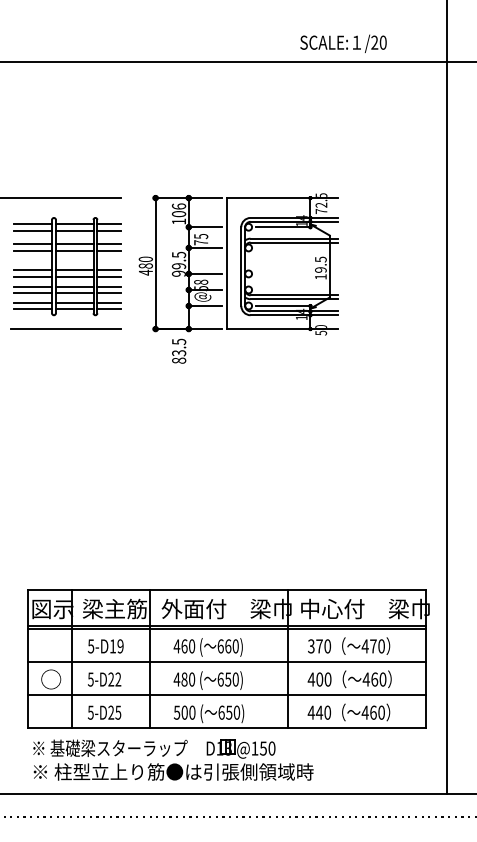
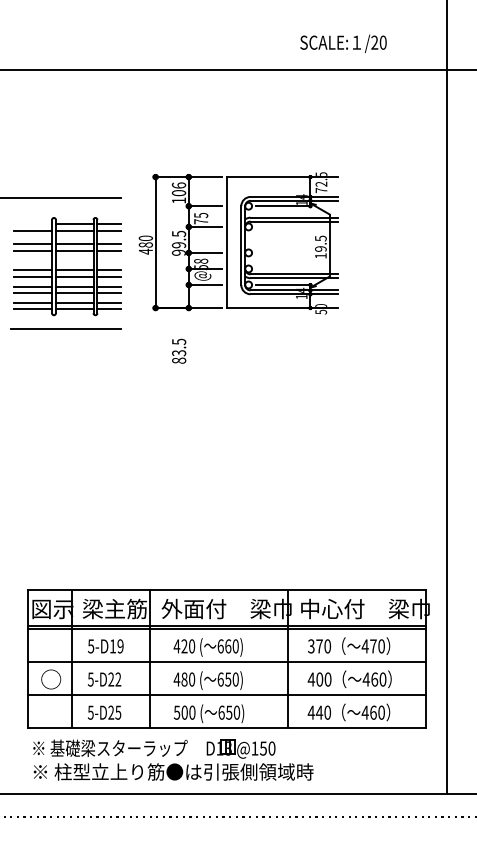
line at (237, 62) position: (237, 62) -> (237, 70)
line at (33, 223): present -> none
part at (238, 264) position: (238, 264) -> (238, 243)
text at (184, 646): 460 -> 420
